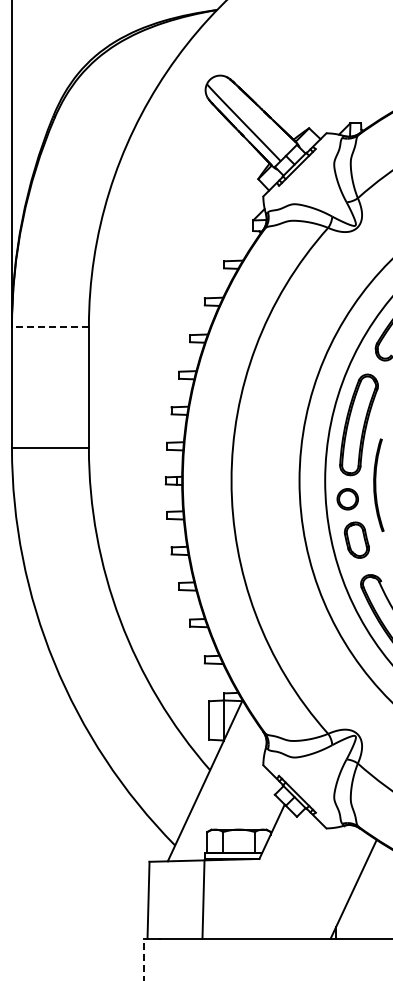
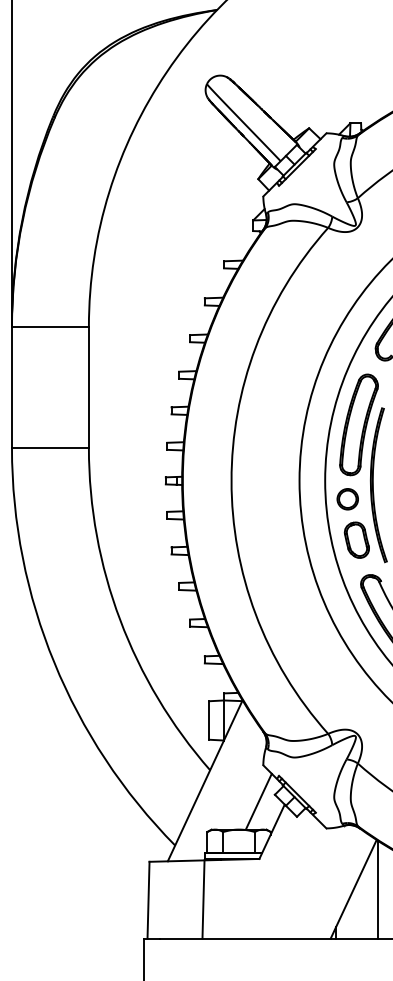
line at (49, 327): dashed -> solid
part at (378, 485) size: 12x95 px -> 18x157 px
line at (258, 801): none -> present
line at (378, 889): none -> present
line at (143, 959): dashed -> solid
